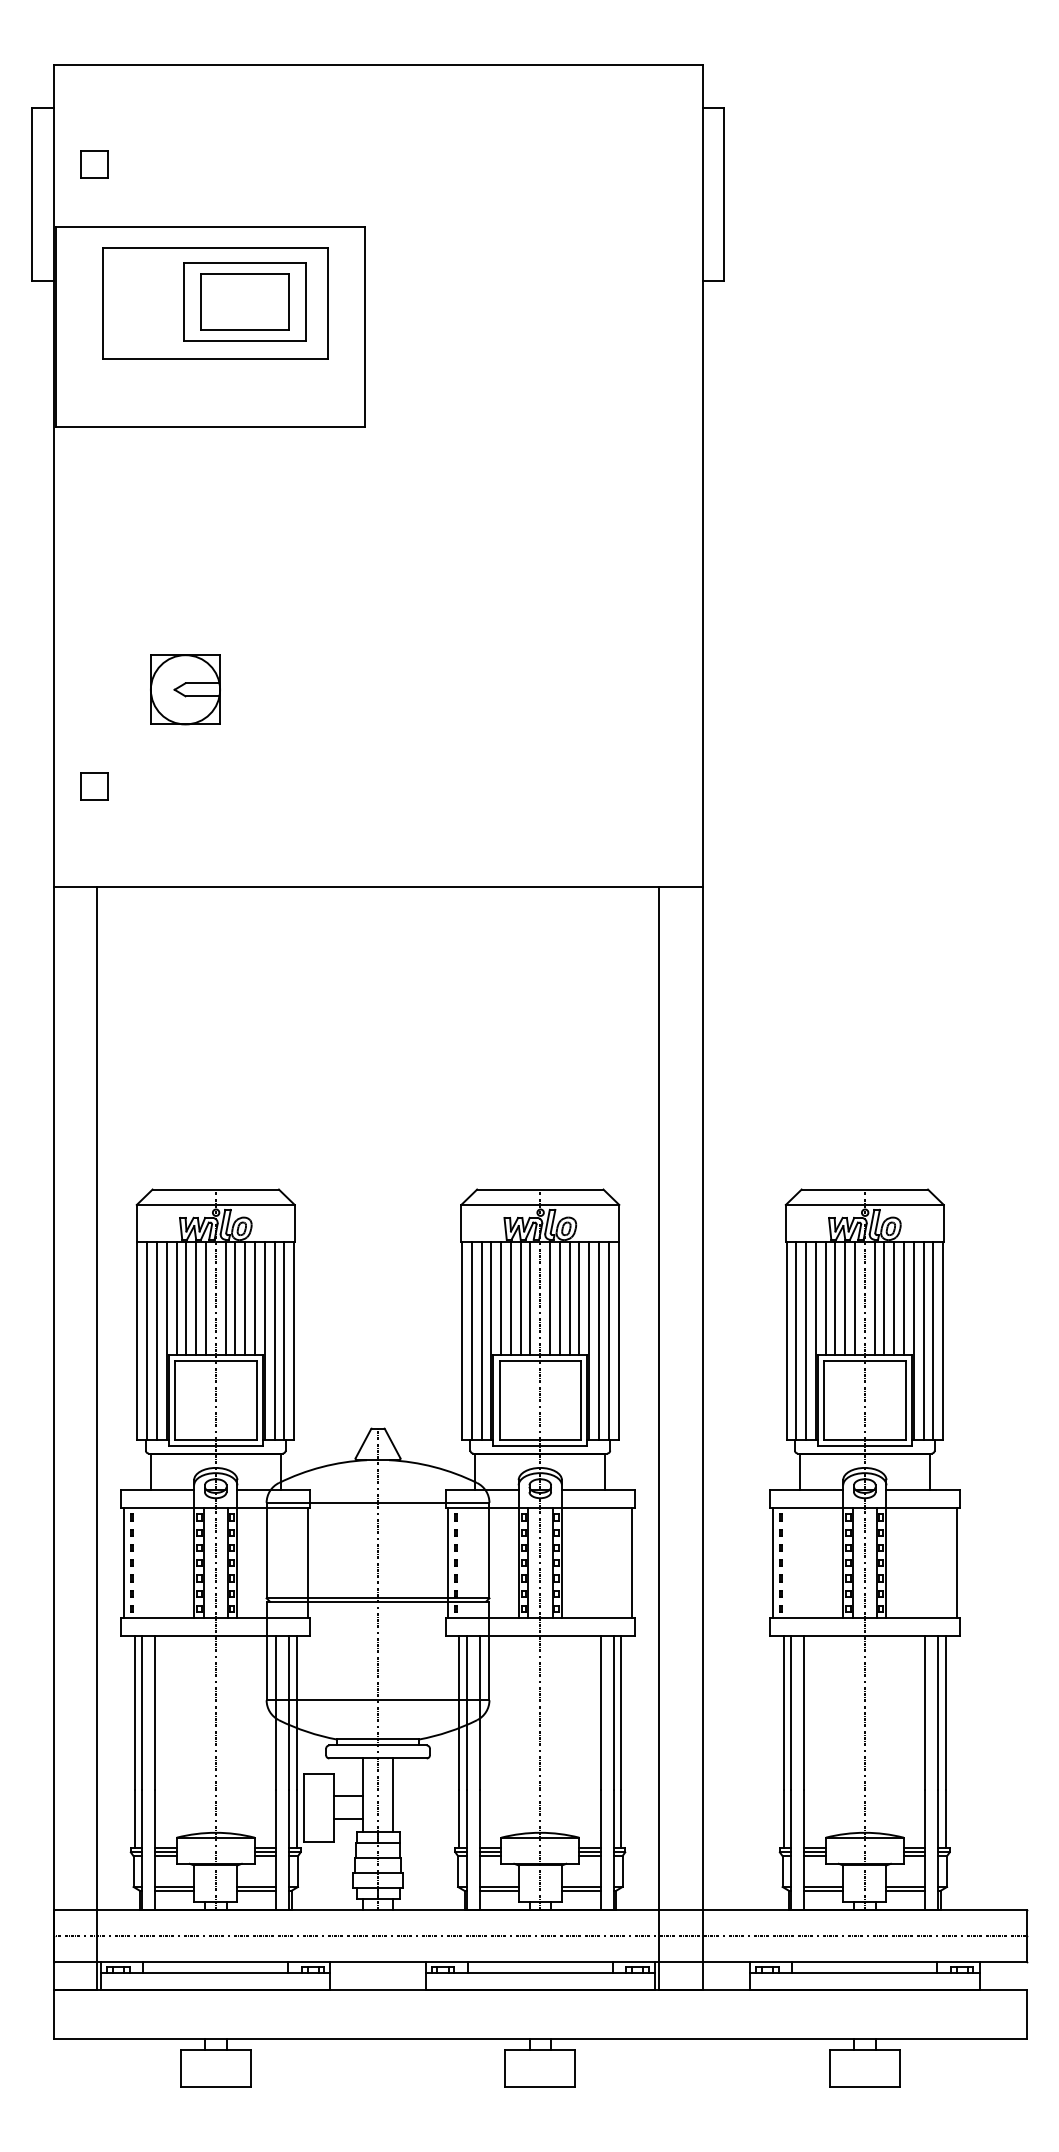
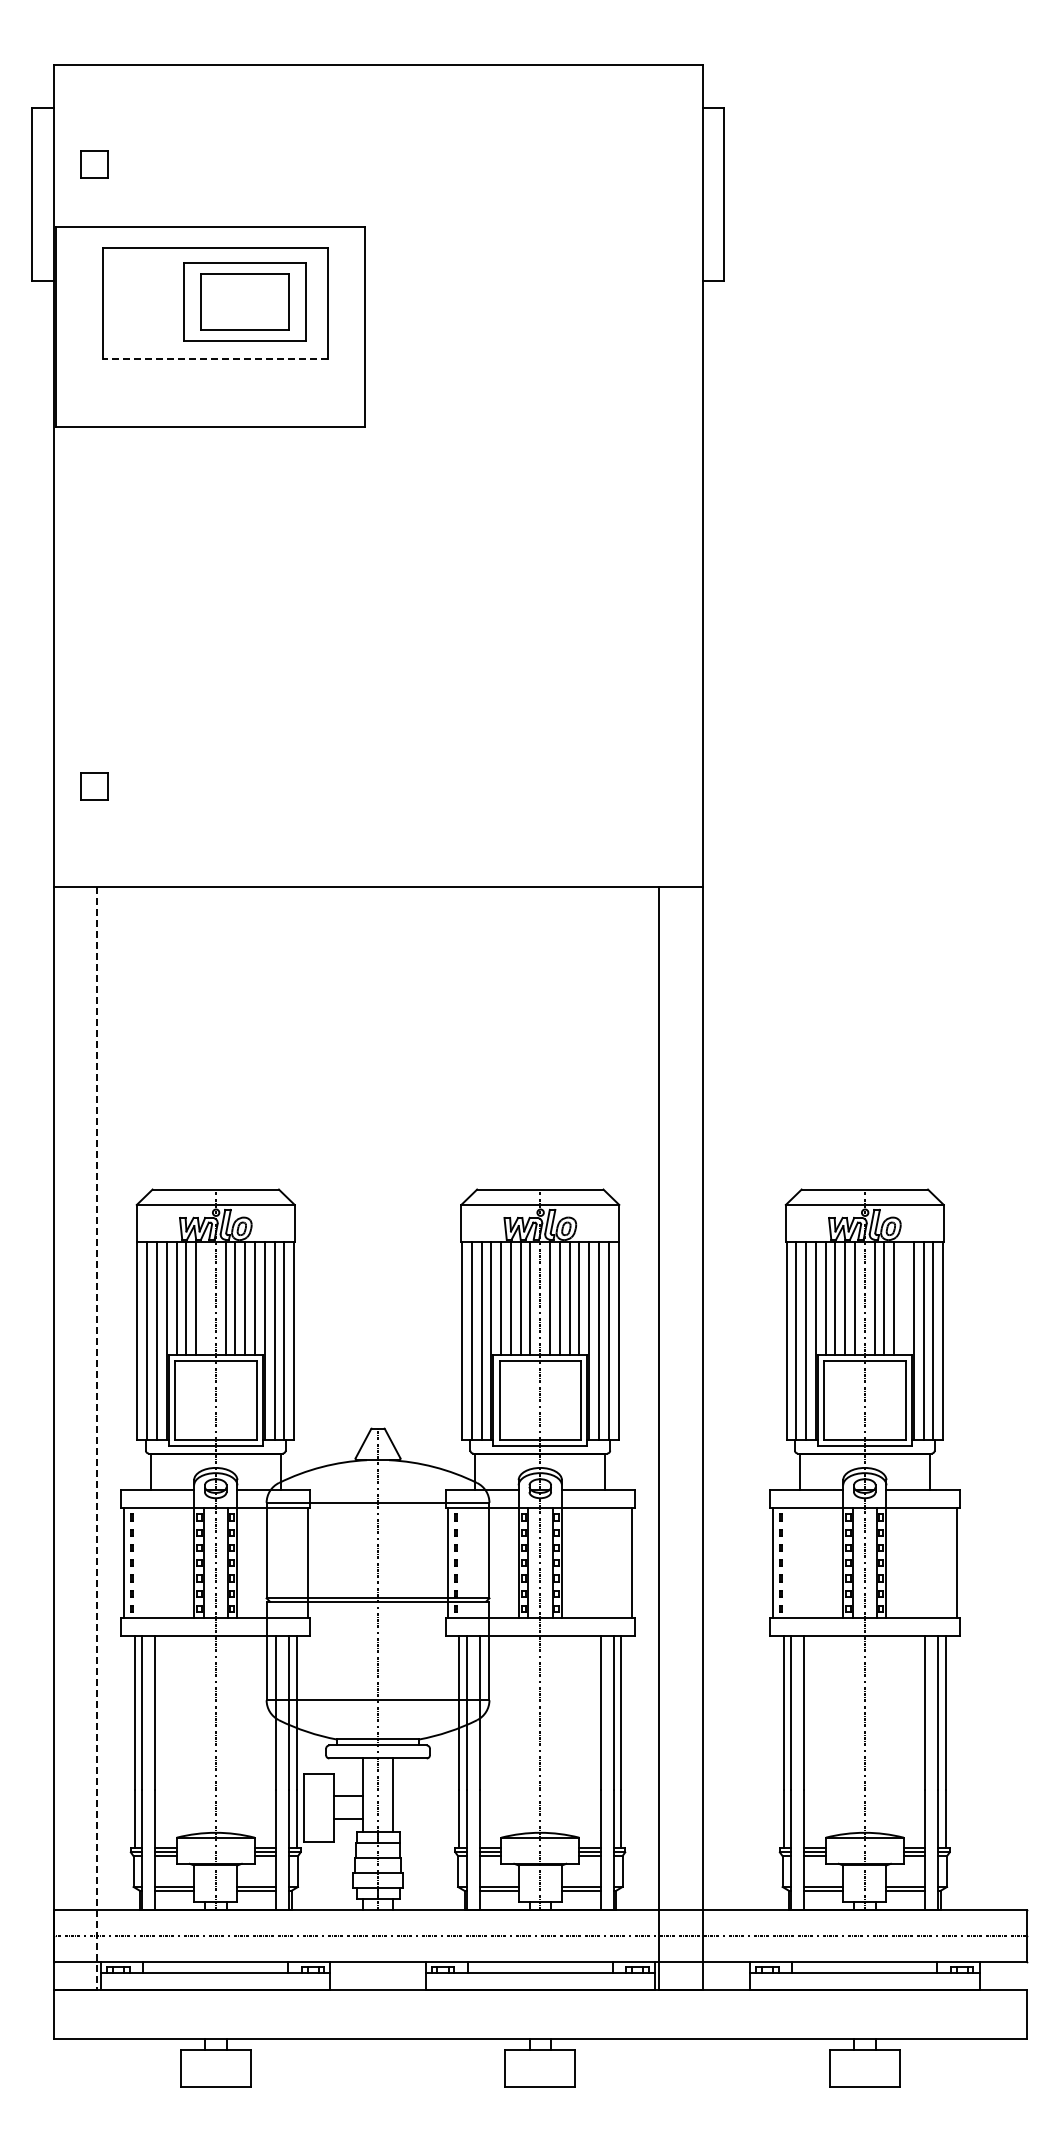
line at (215, 358): solid -> dashed
part at (185, 689): present -> none
line at (205, 1298): present -> none
line at (904, 1298): present -> none
line at (96, 1438): solid -> dashed
